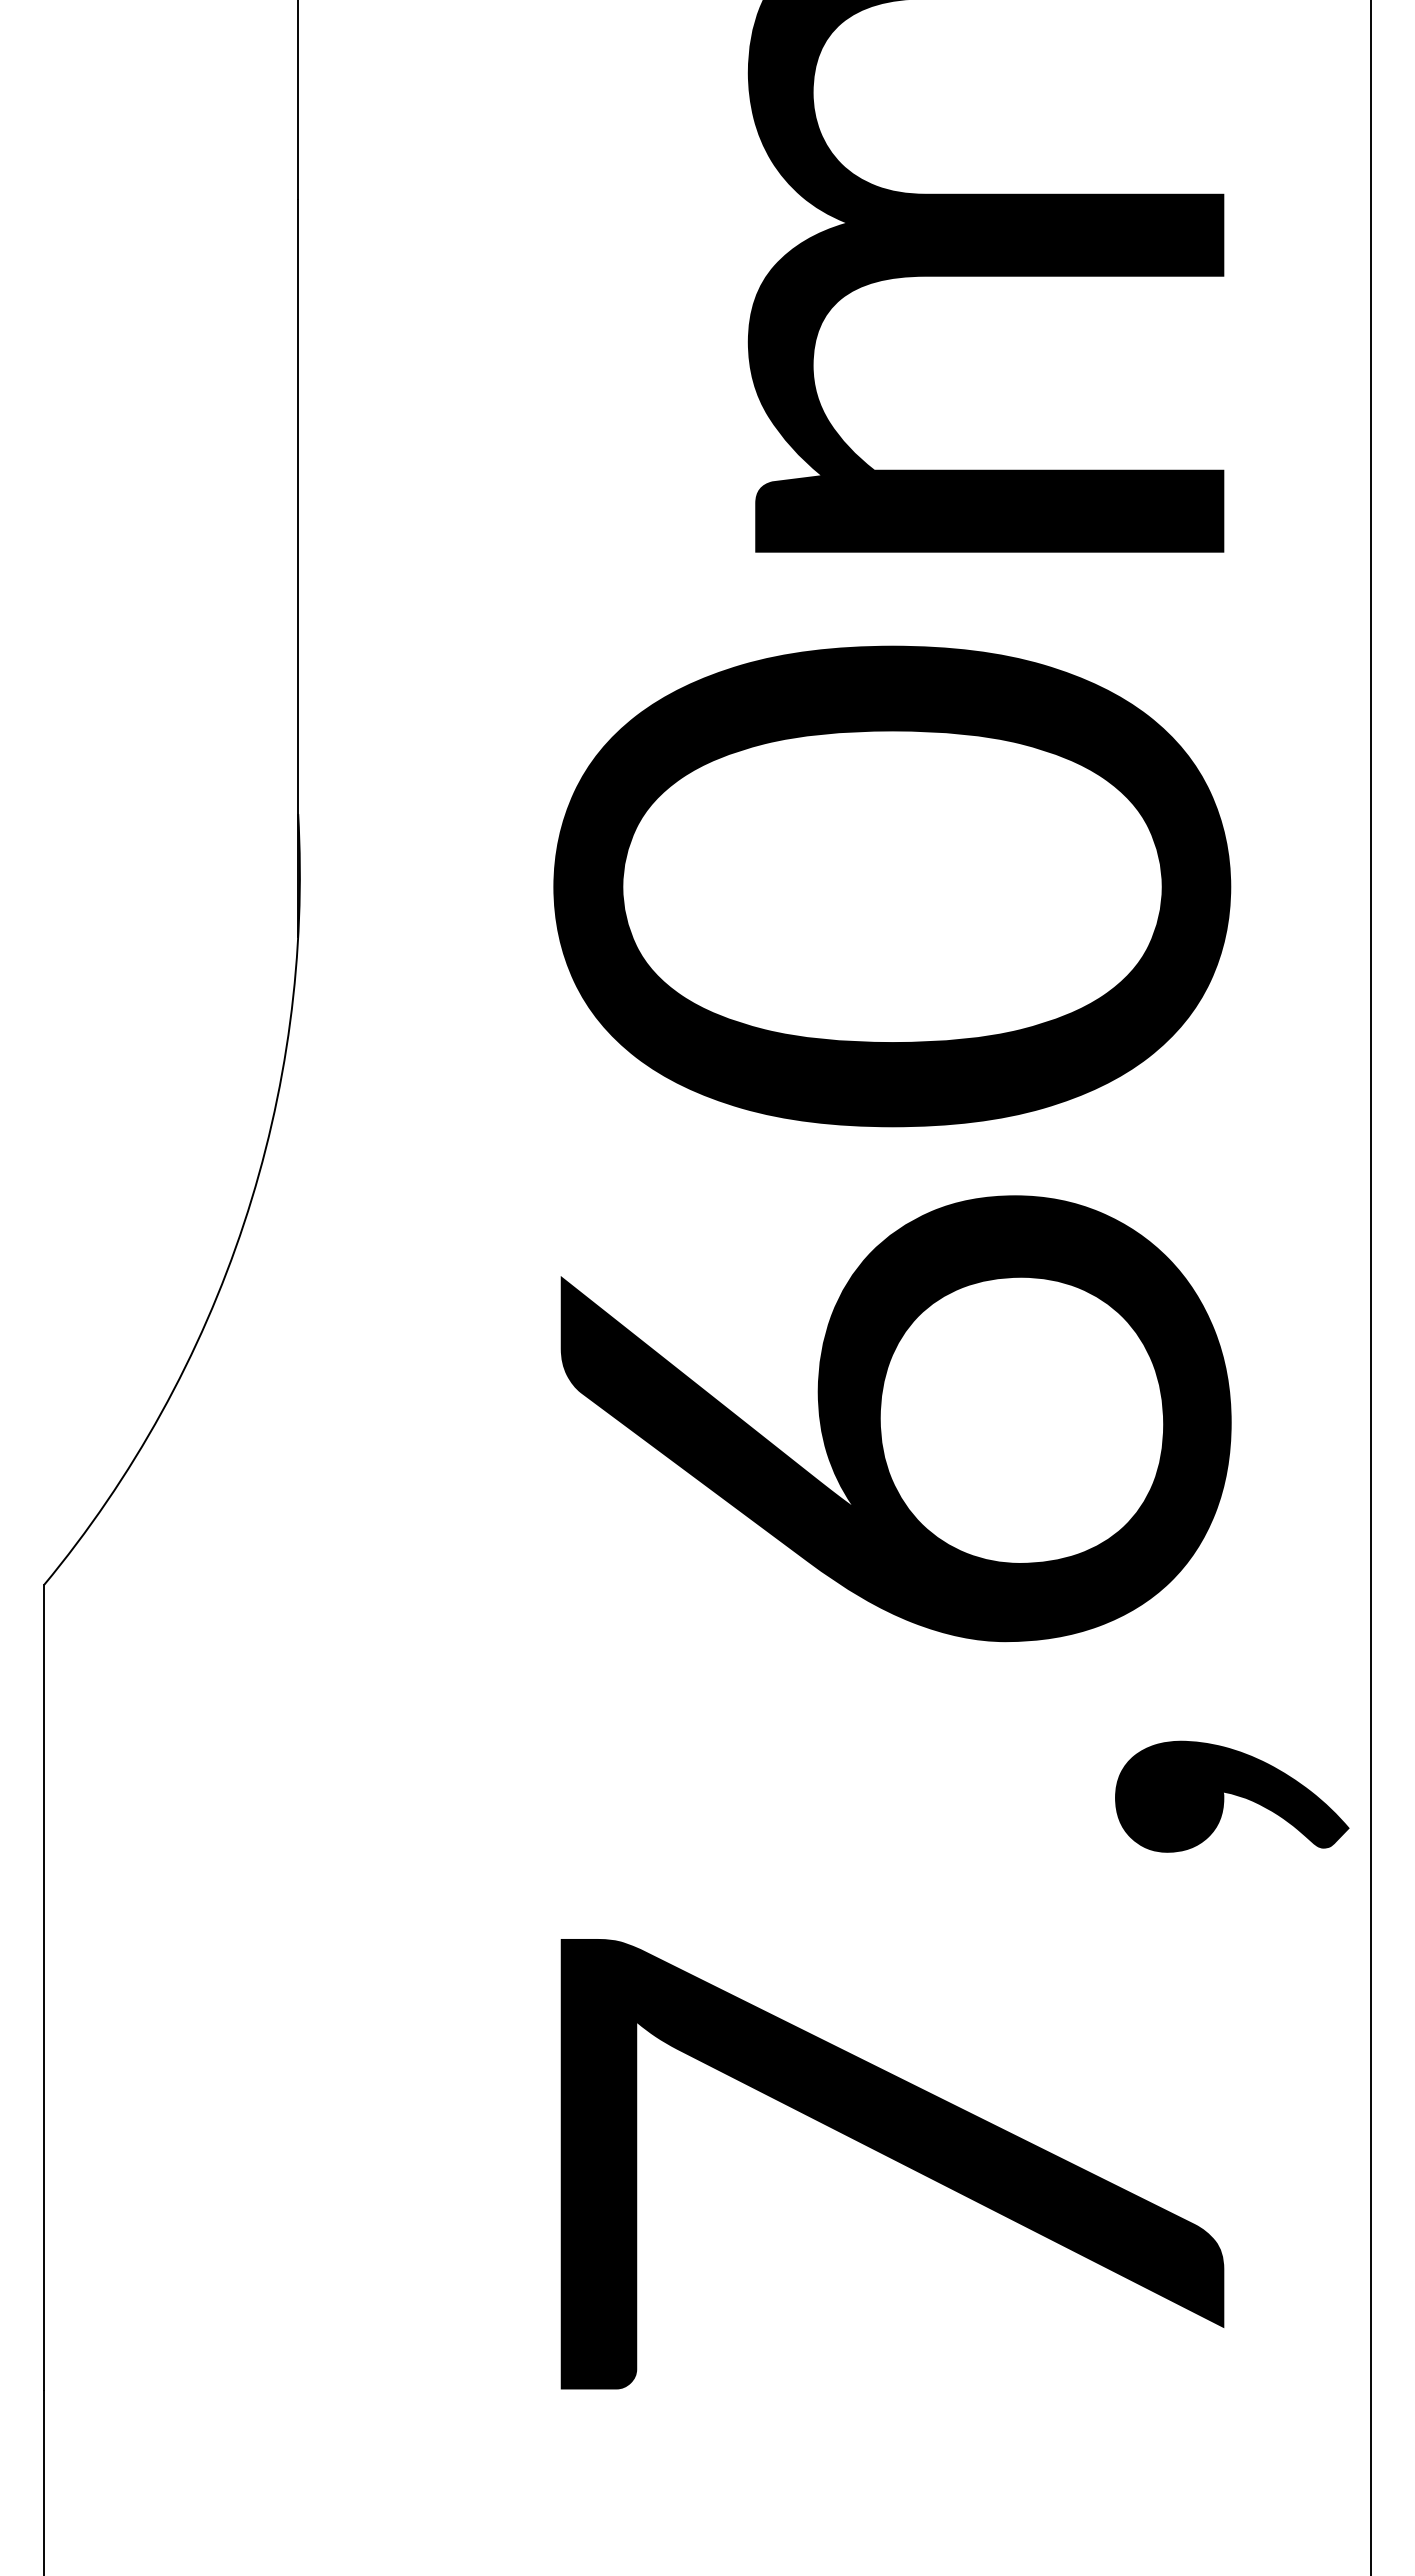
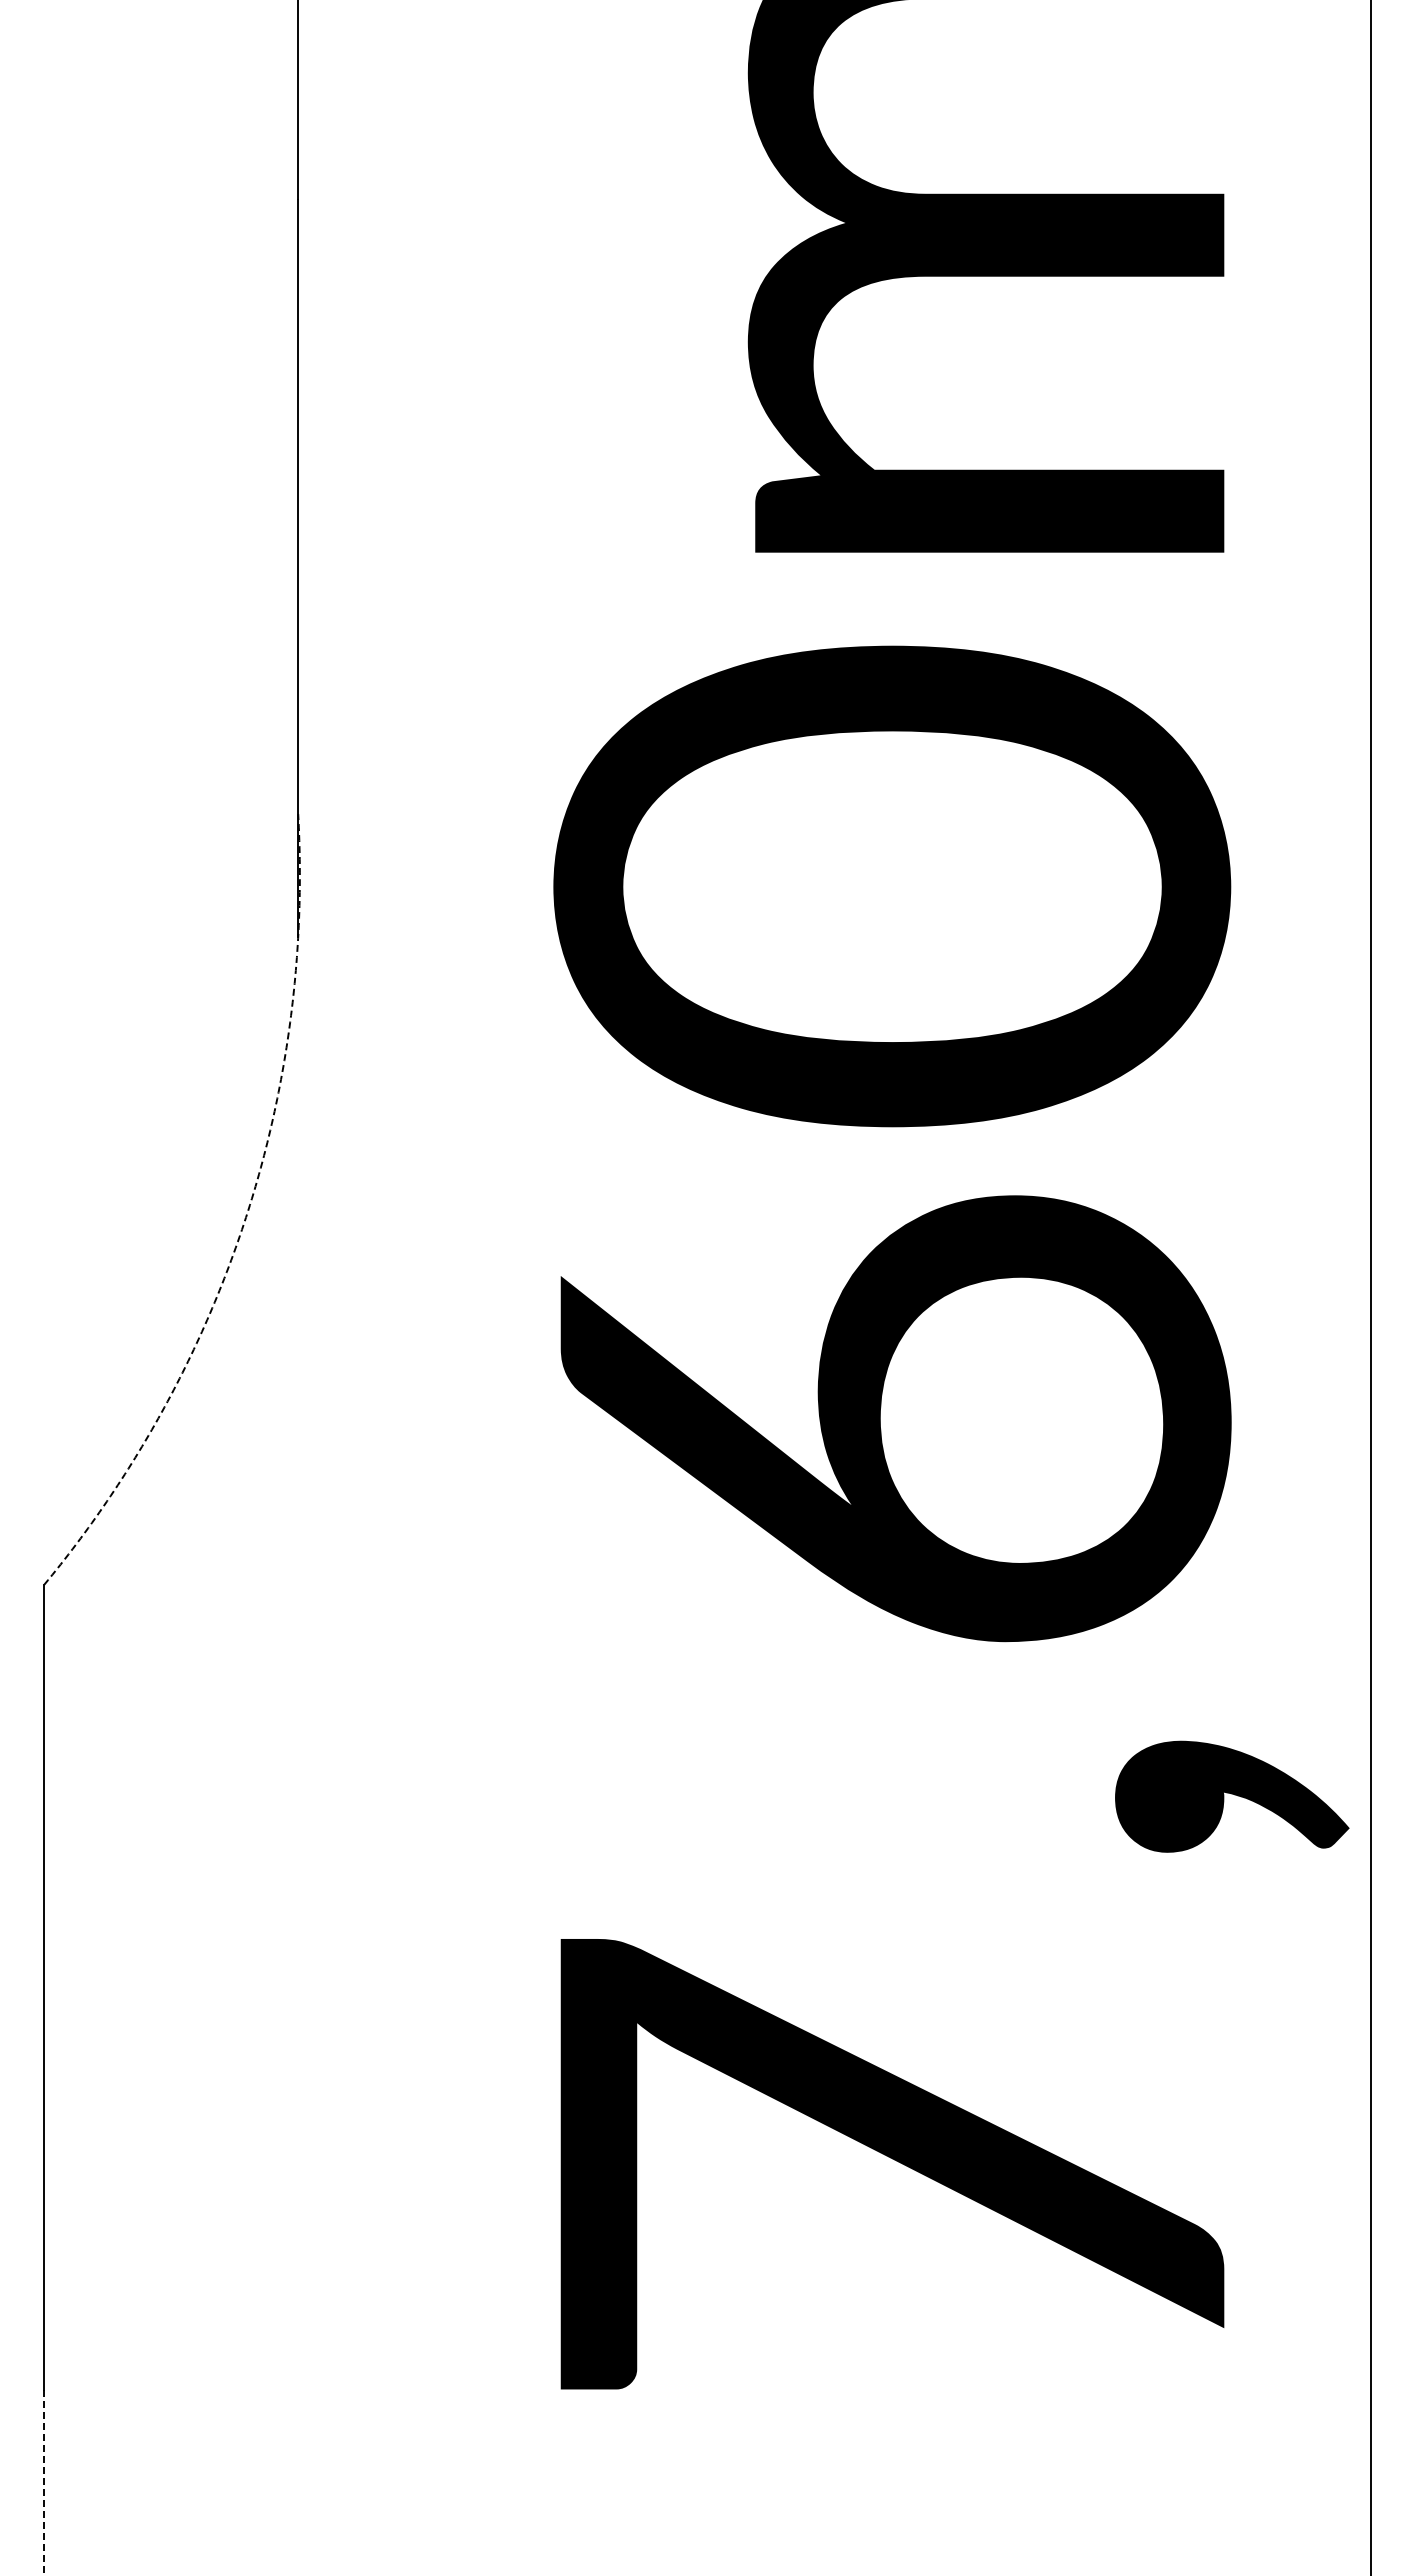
arc at (244, 1223): solid -> dashed
line at (44, 2483): solid -> dashed
